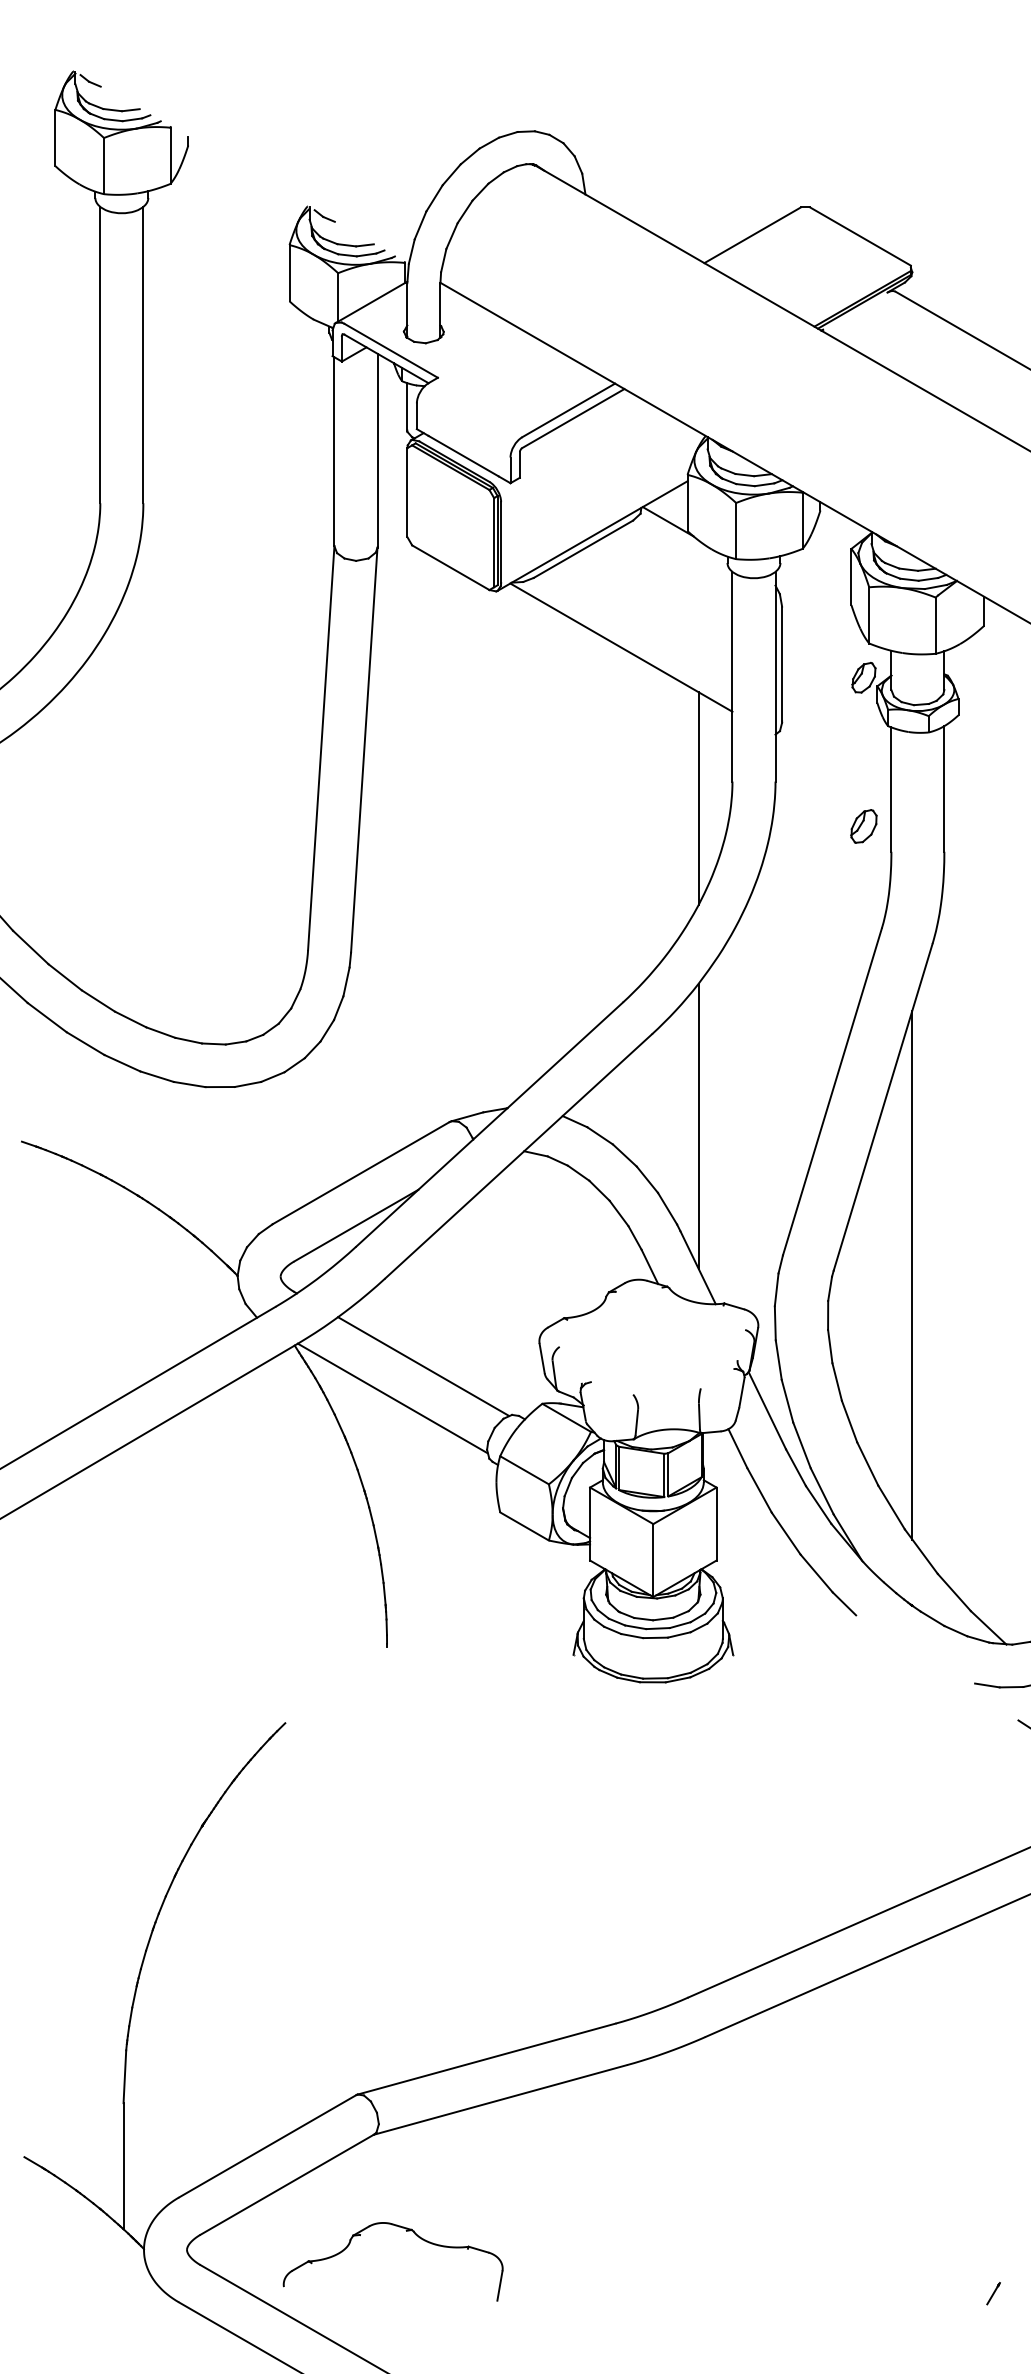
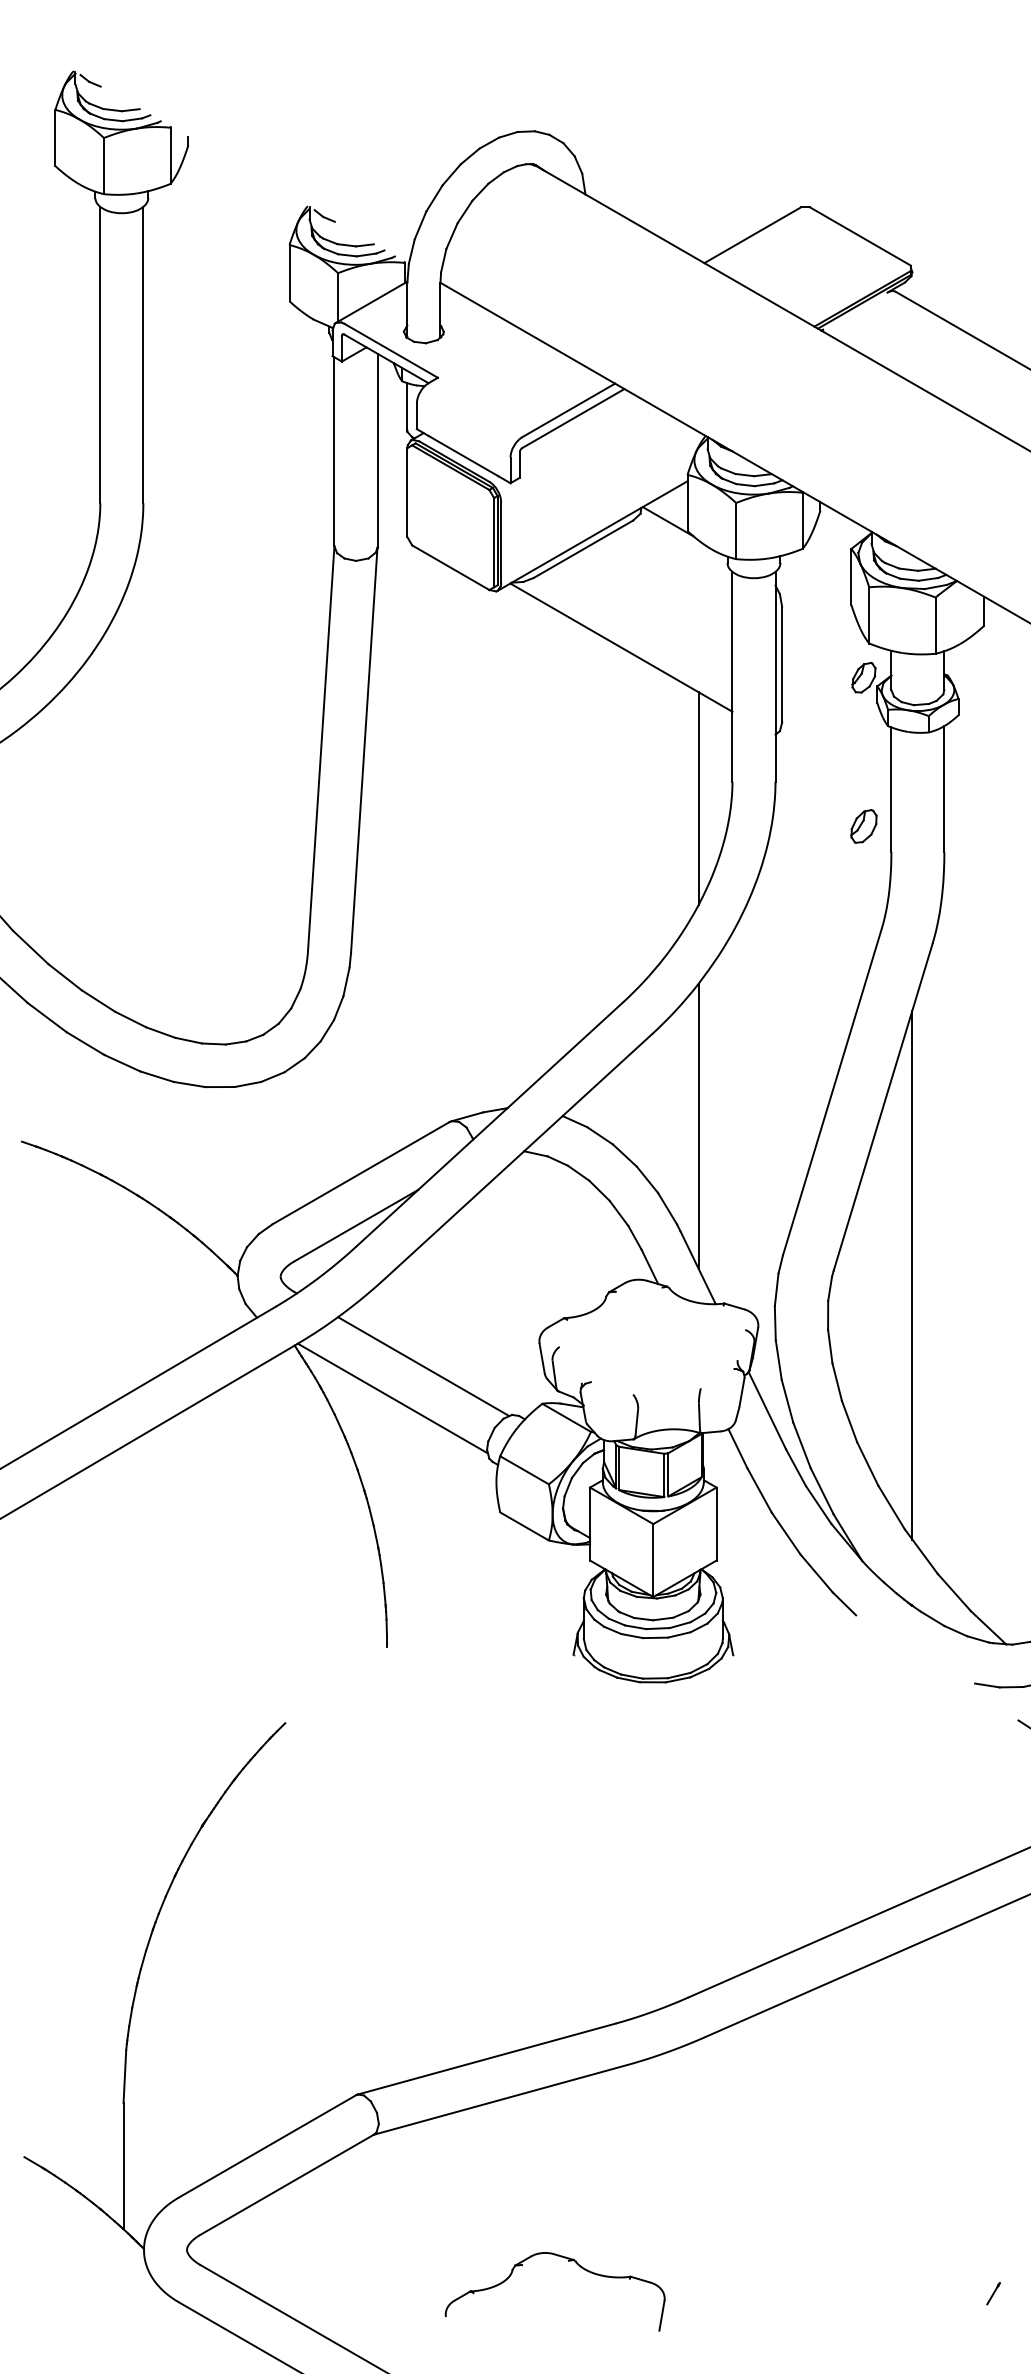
part at (406, 2231) position: (406, 2231) -> (568, 2261)
